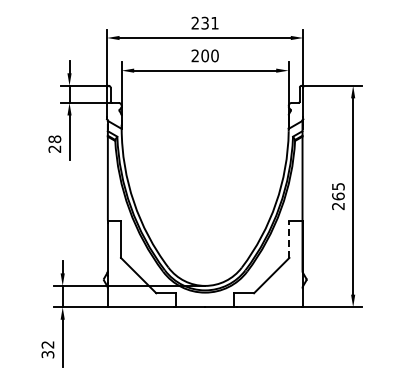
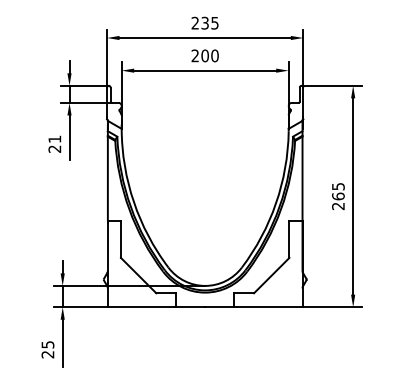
text at (214, 23): 231 -> 235
text at (54, 139): 28 -> 21
line at (289, 239): dashed -> solid
text at (47, 349): 32 -> 25
